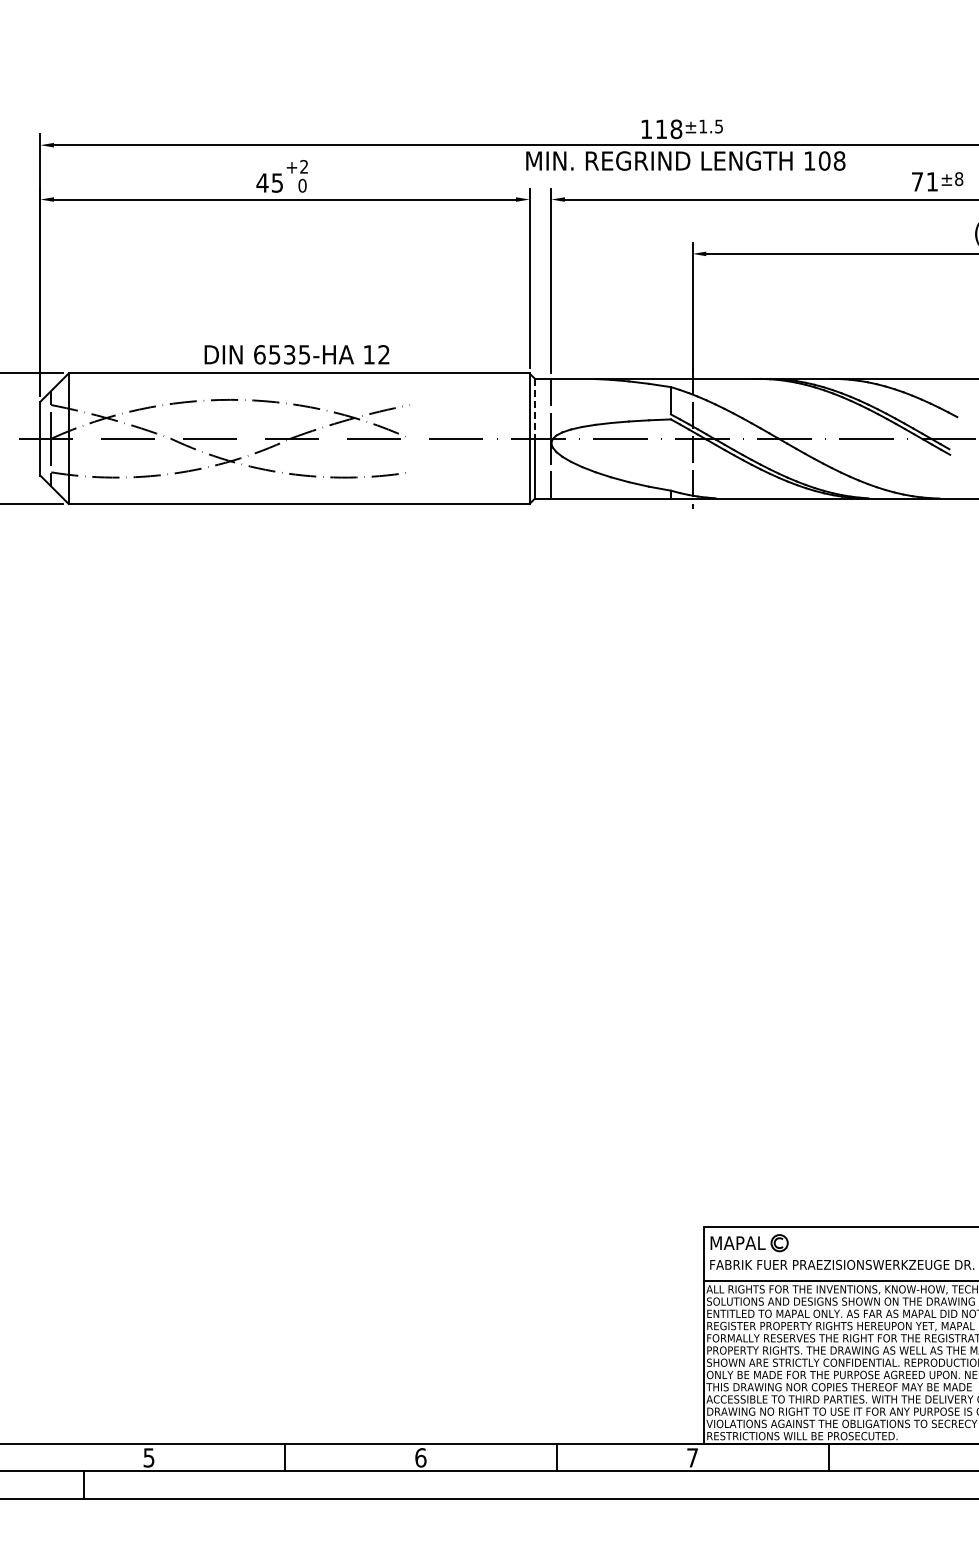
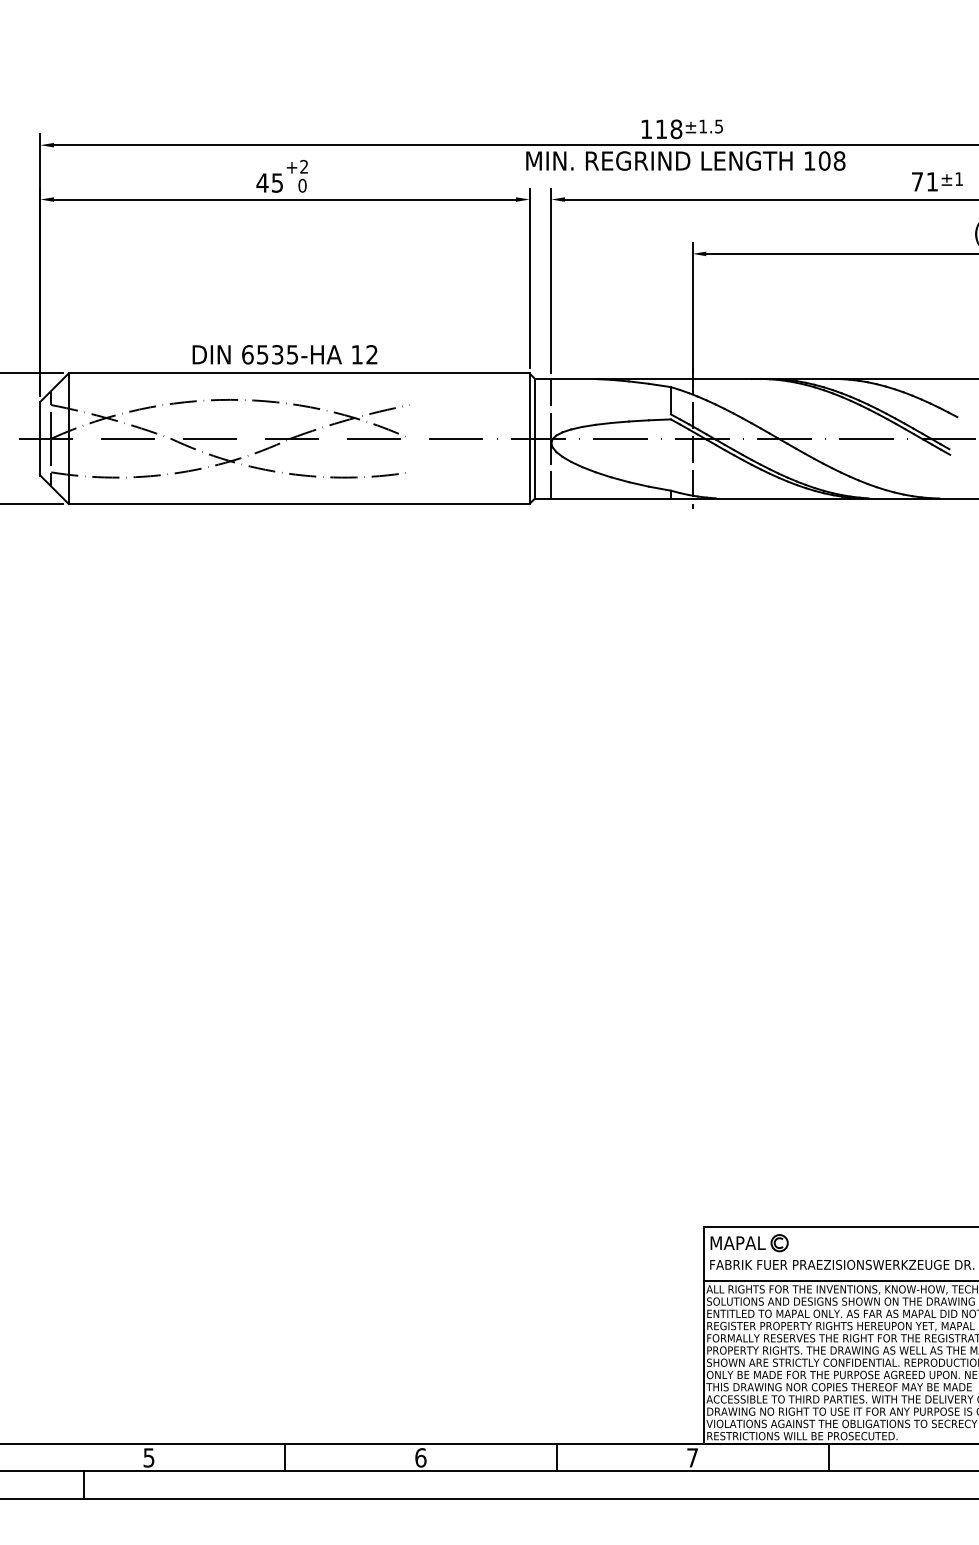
text at (959, 179): ±8 -> ±1
text at (296, 354) position: (296, 354) -> (284, 354)
line at (535, 408): dashed -> solid
